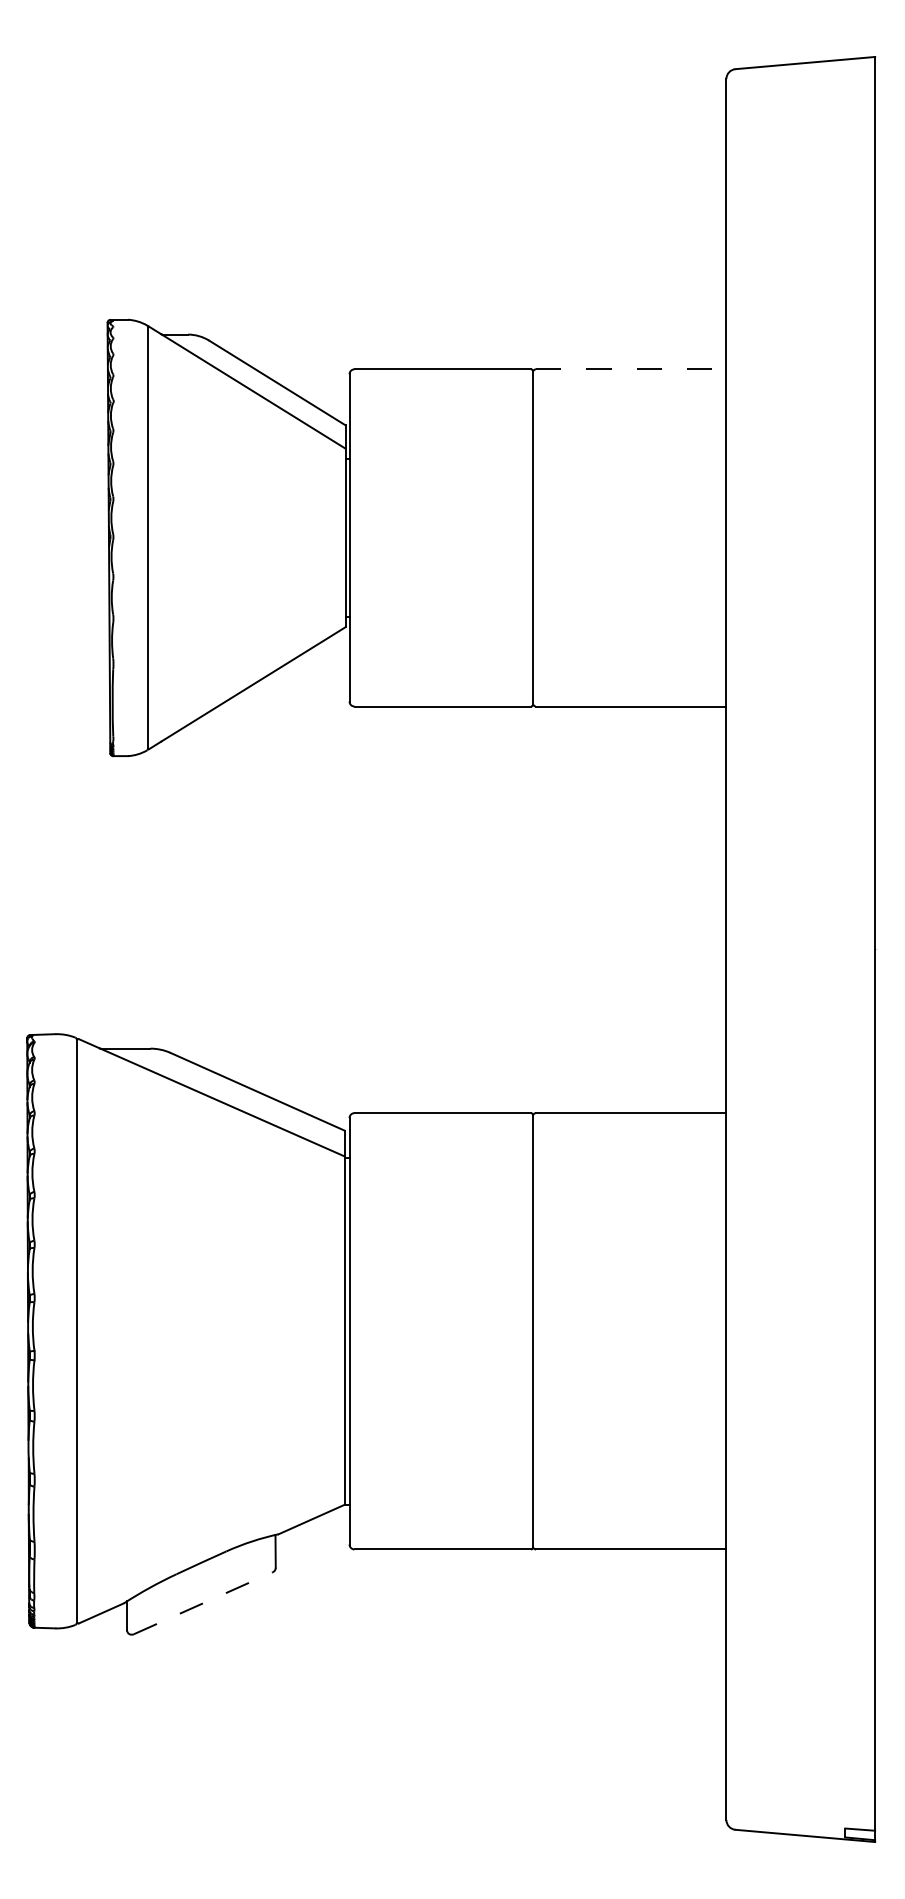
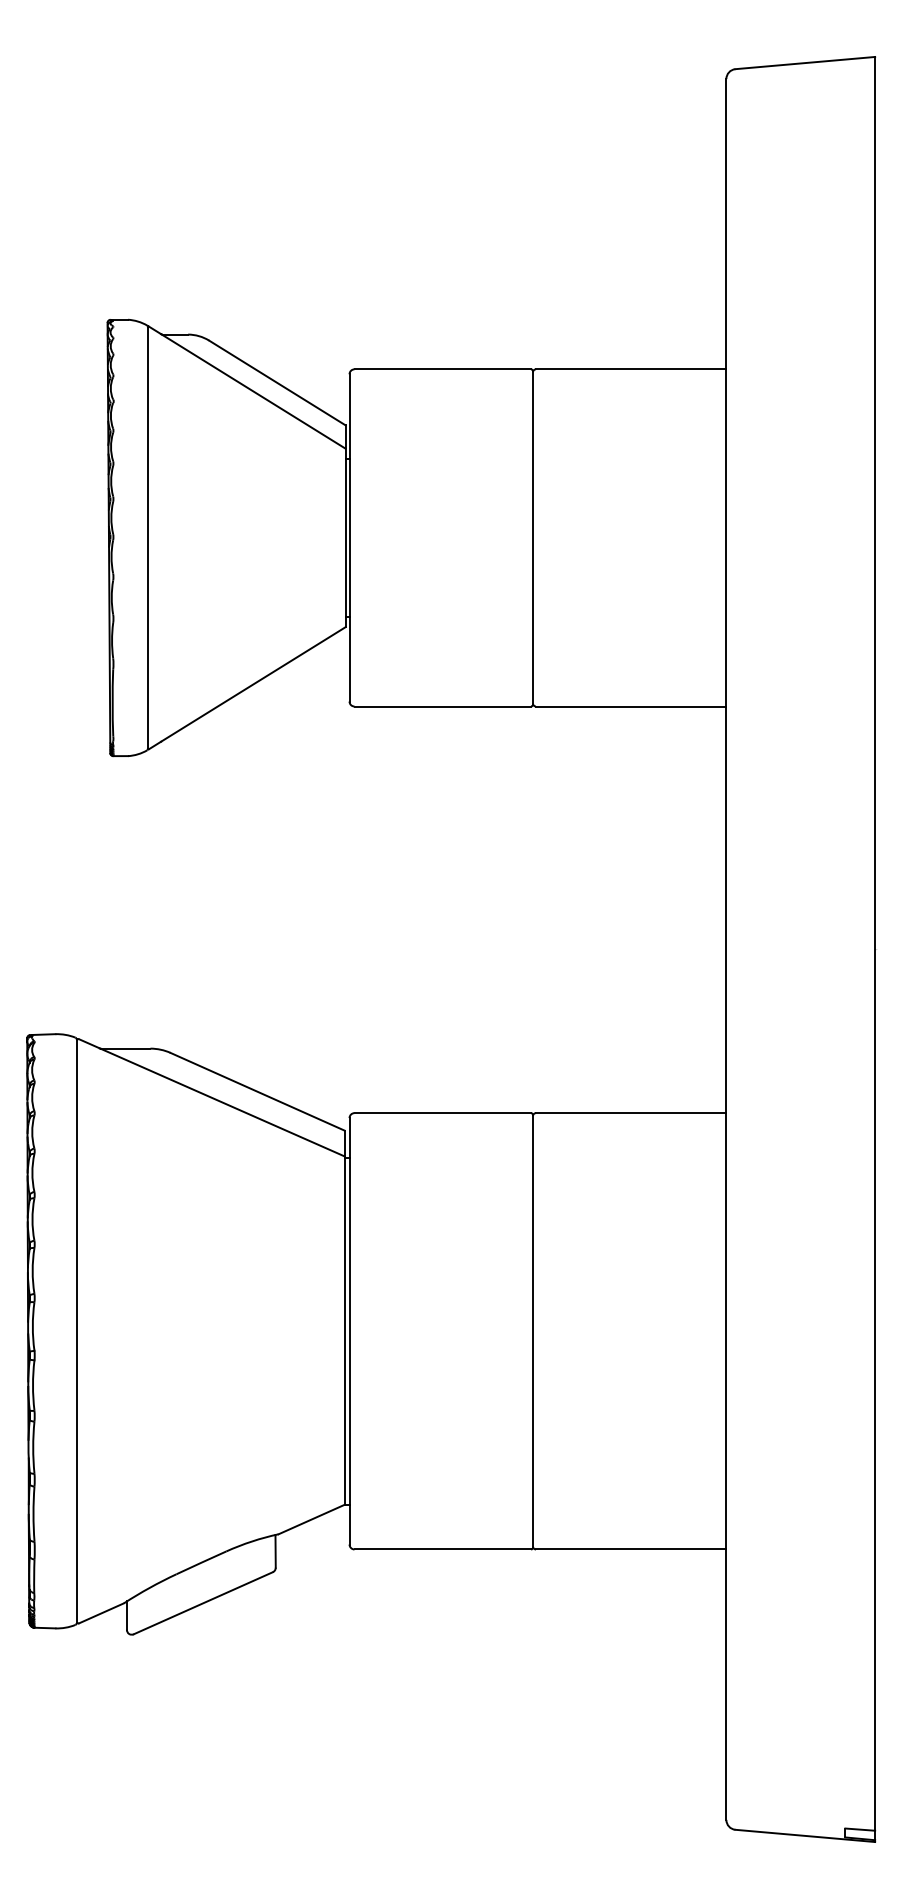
line at (631, 369): dashed -> solid
line at (203, 1603): dashed -> solid
